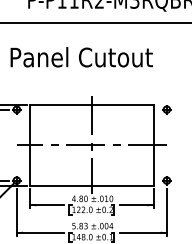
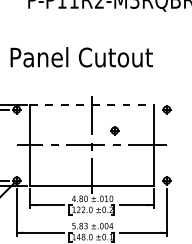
line at (95, 22): present -> none
line at (91, 104): solid -> dashed
part at (114, 130): none -> present
